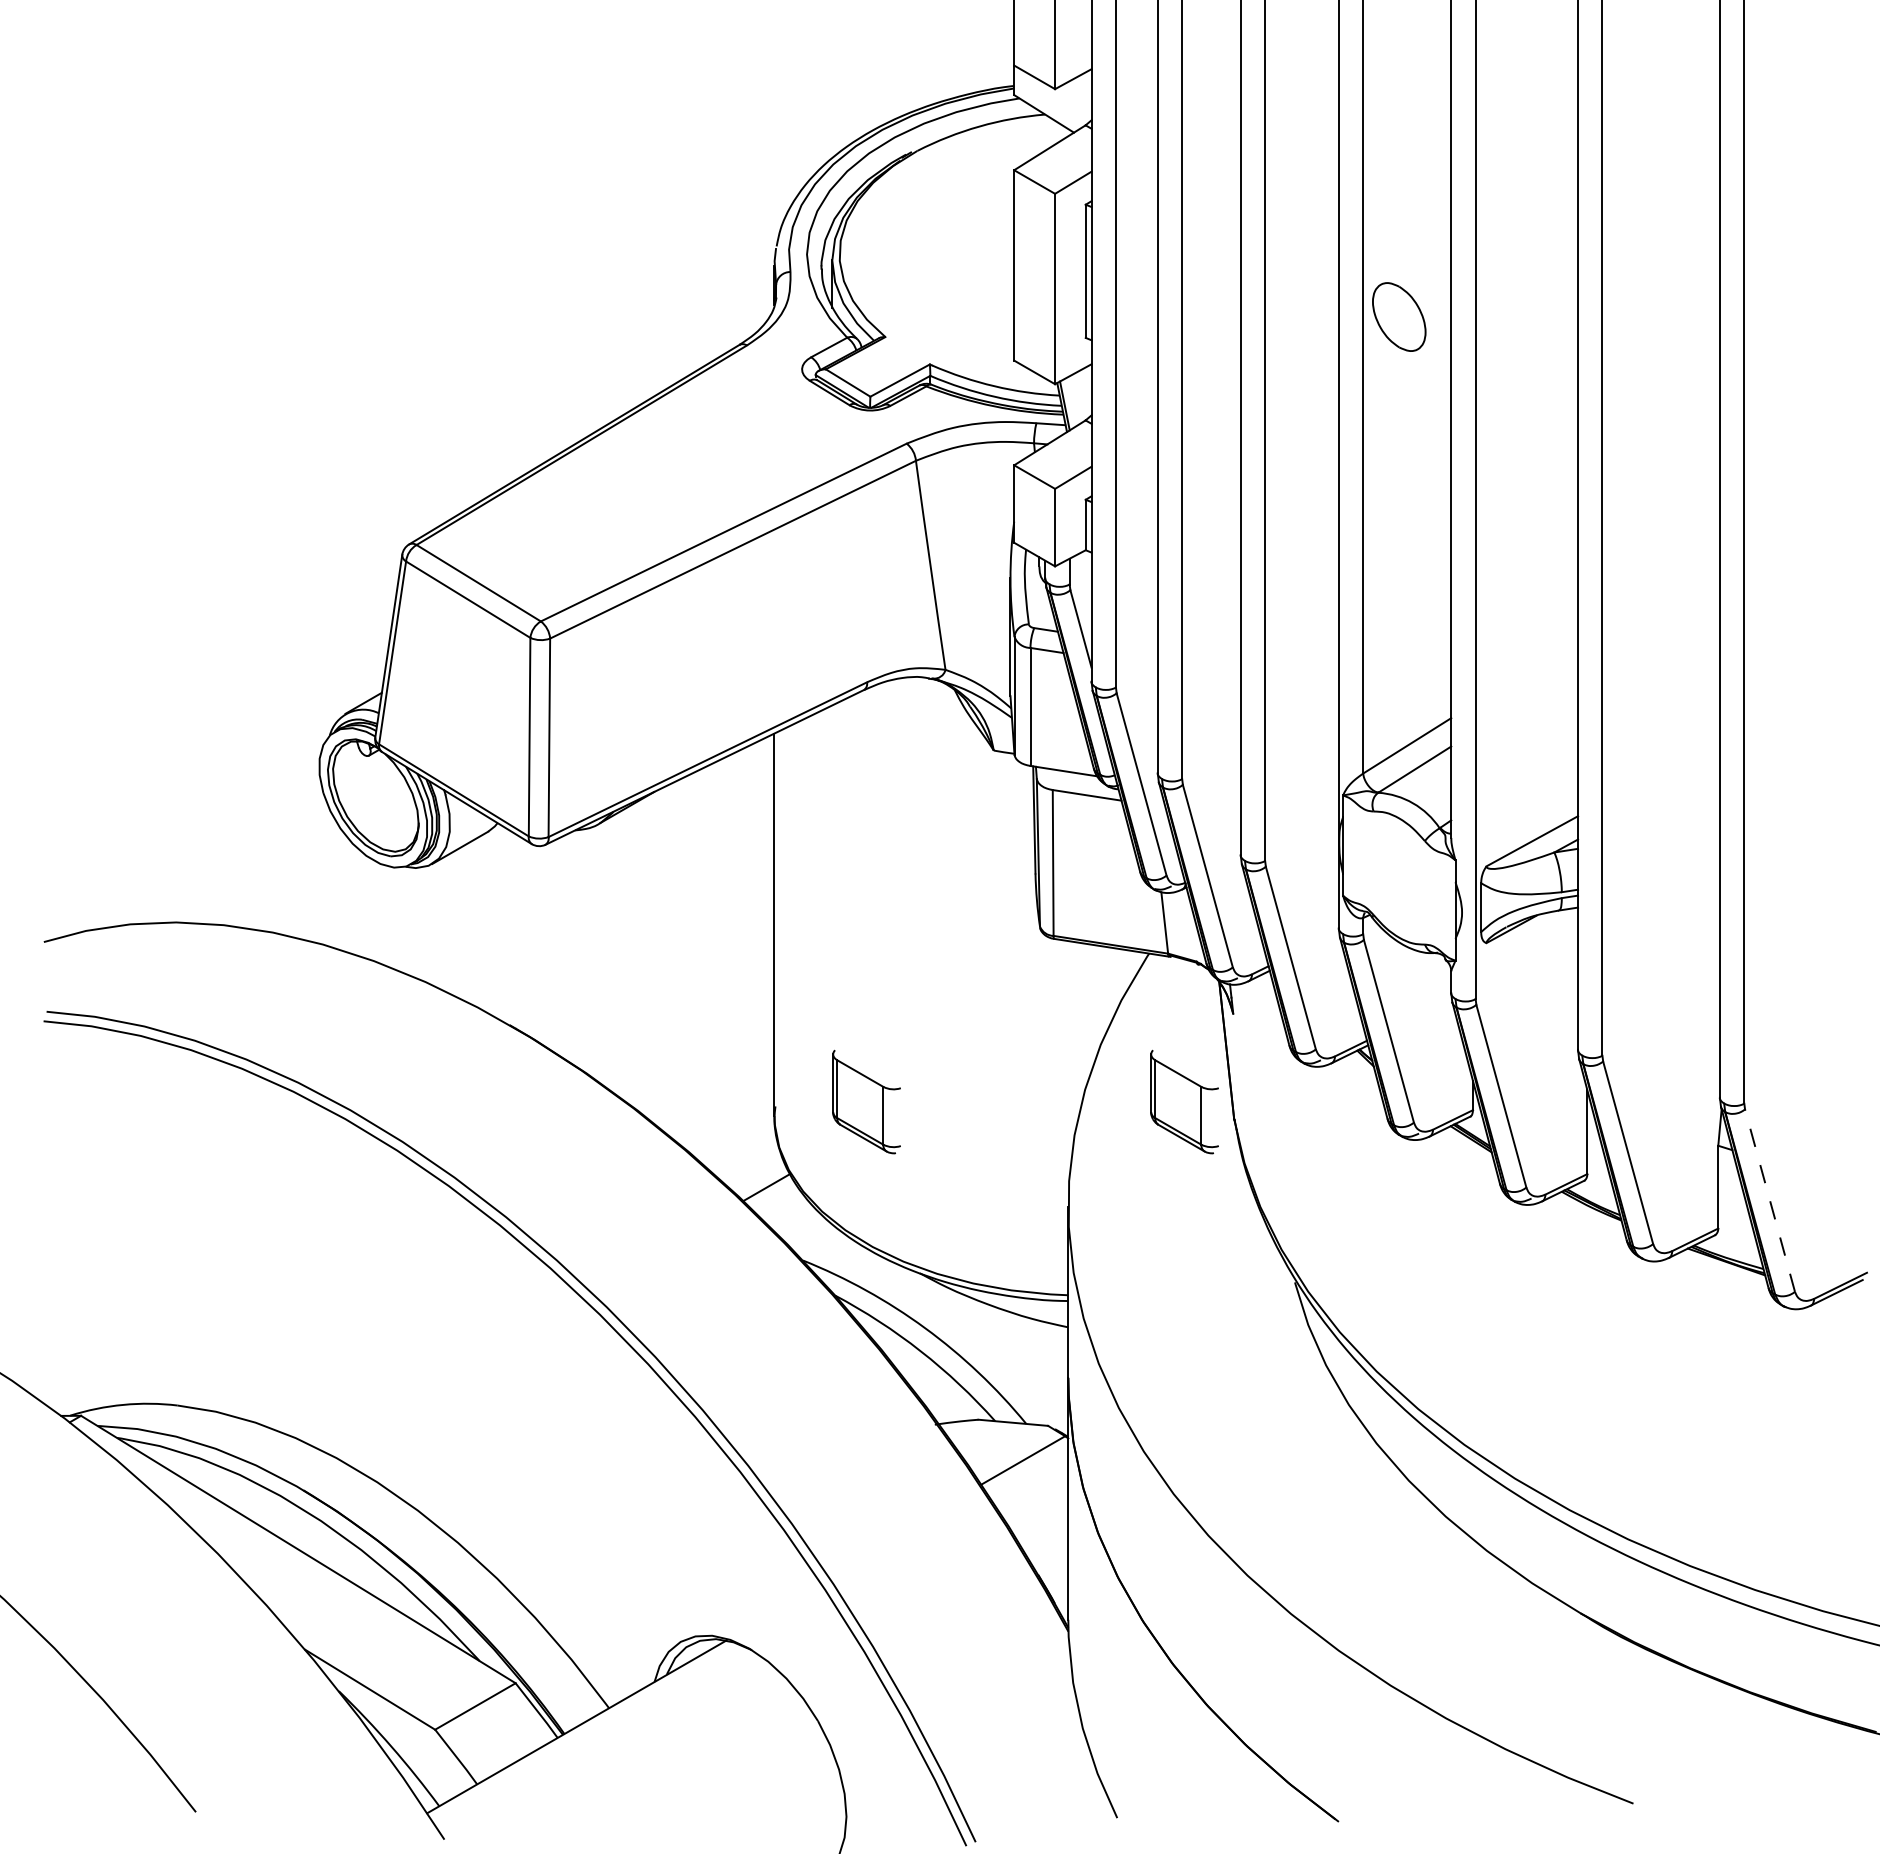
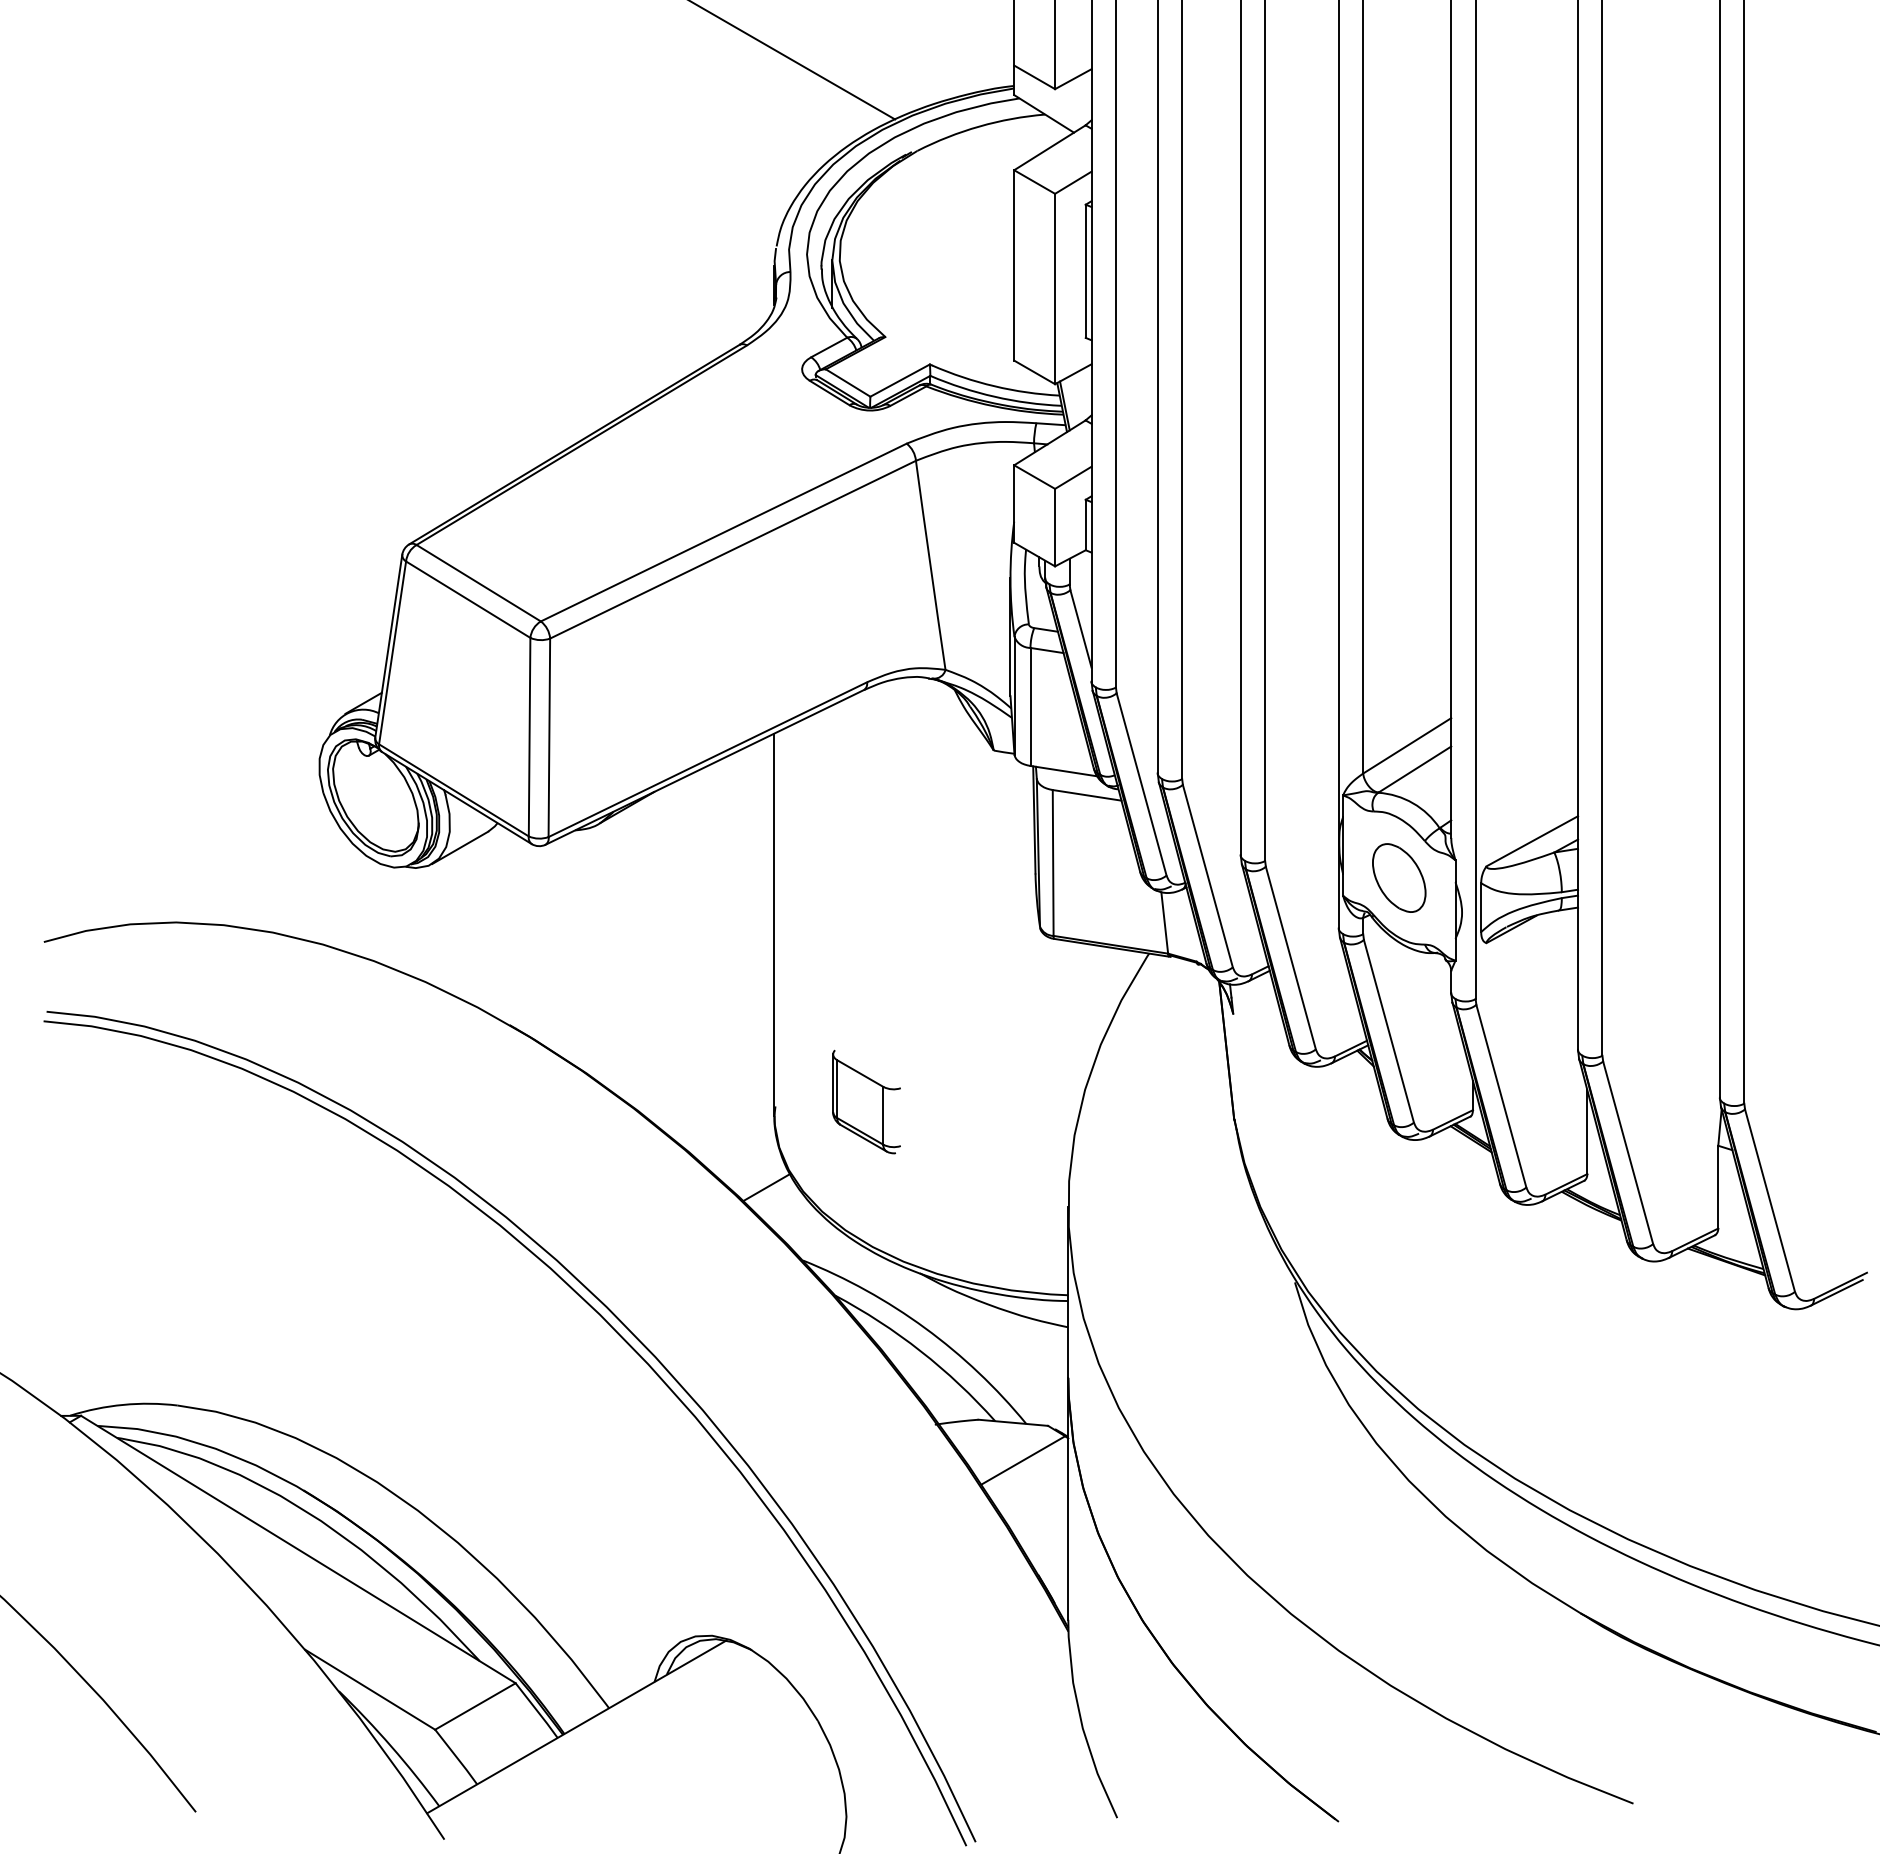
line at (793, 60): none -> present
part at (1399, 316) position: (1399, 316) -> (1399, 877)
part at (1184, 1101): present -> none
line at (1770, 1200): dashed -> solid
